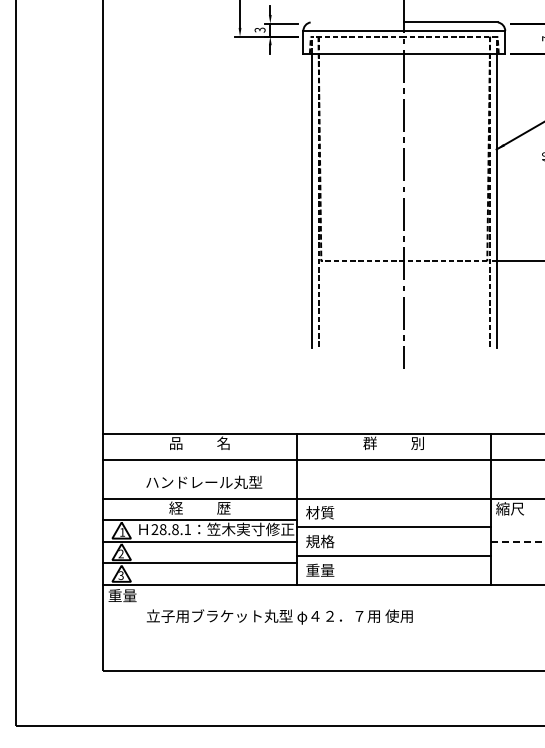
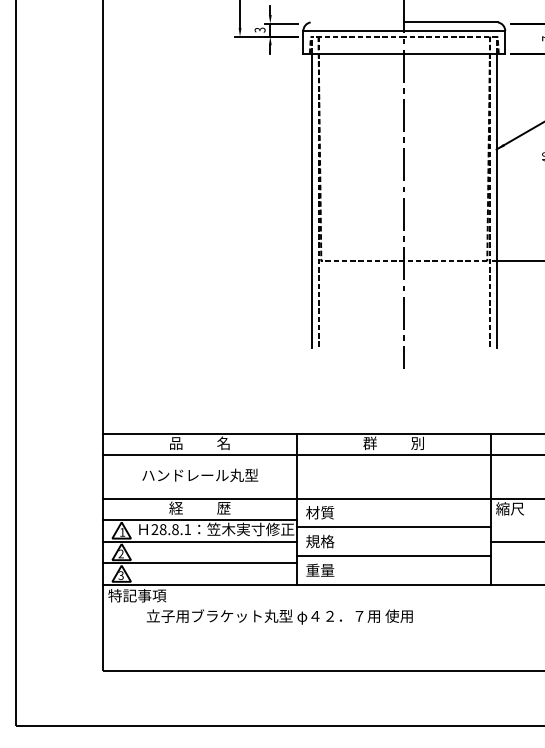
line at (321, 460) position: (321, 460) -> (321, 455)
text at (204, 481) position: (204, 481) -> (200, 474)
line at (518, 541): dashed -> solid
text at (137, 595): 重量 -> 特記事項
